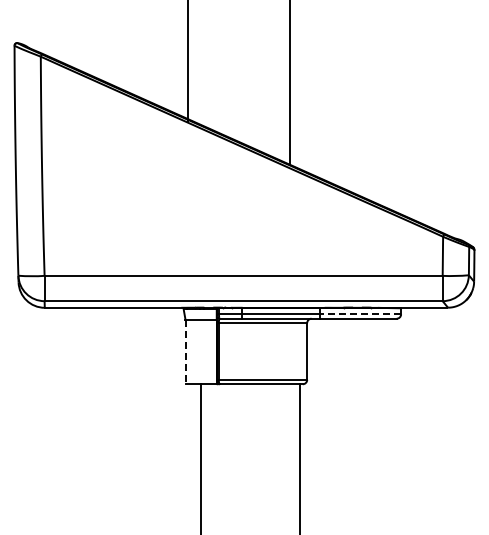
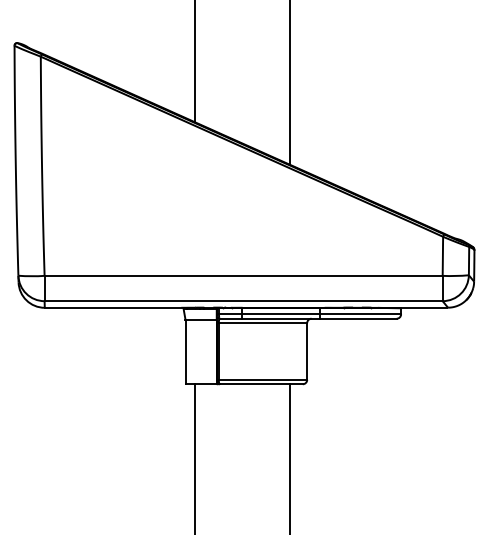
line at (187, 62) position: (187, 62) -> (194, 62)
line at (360, 314): dashed -> solid
line at (185, 352): dashed -> solid
line at (200, 457) position: (200, 457) -> (194, 457)
line at (300, 457) position: (300, 457) -> (290, 457)
